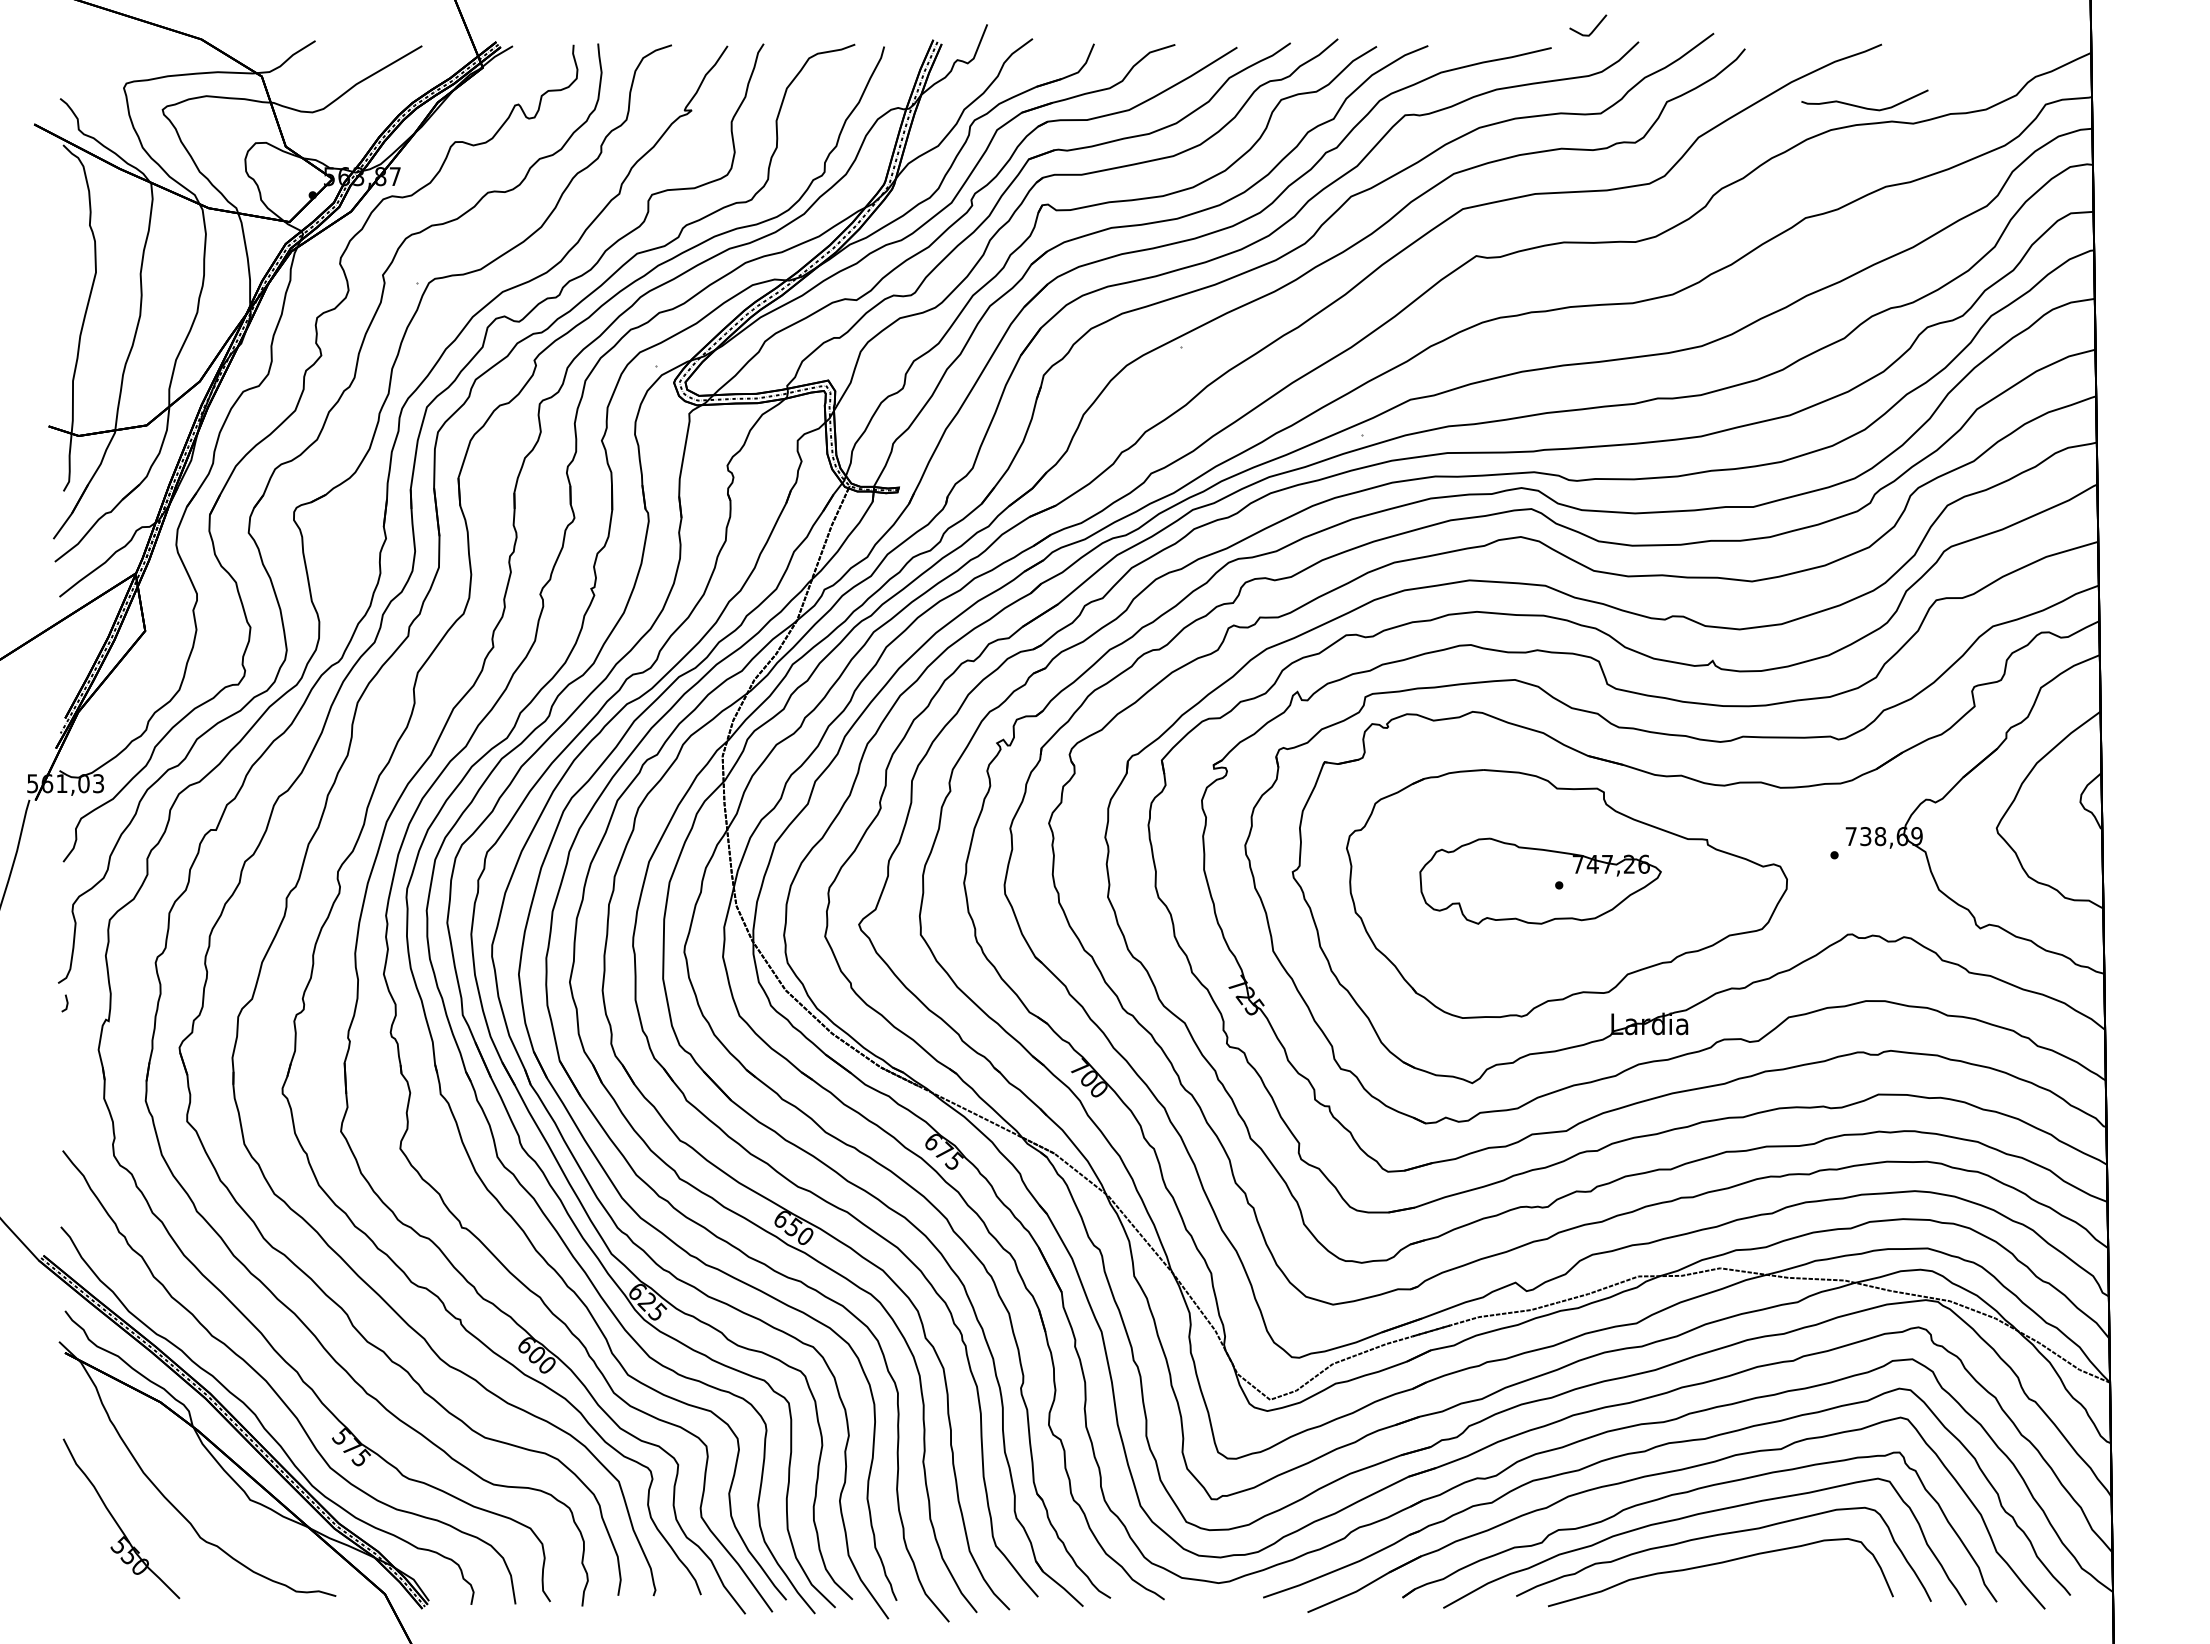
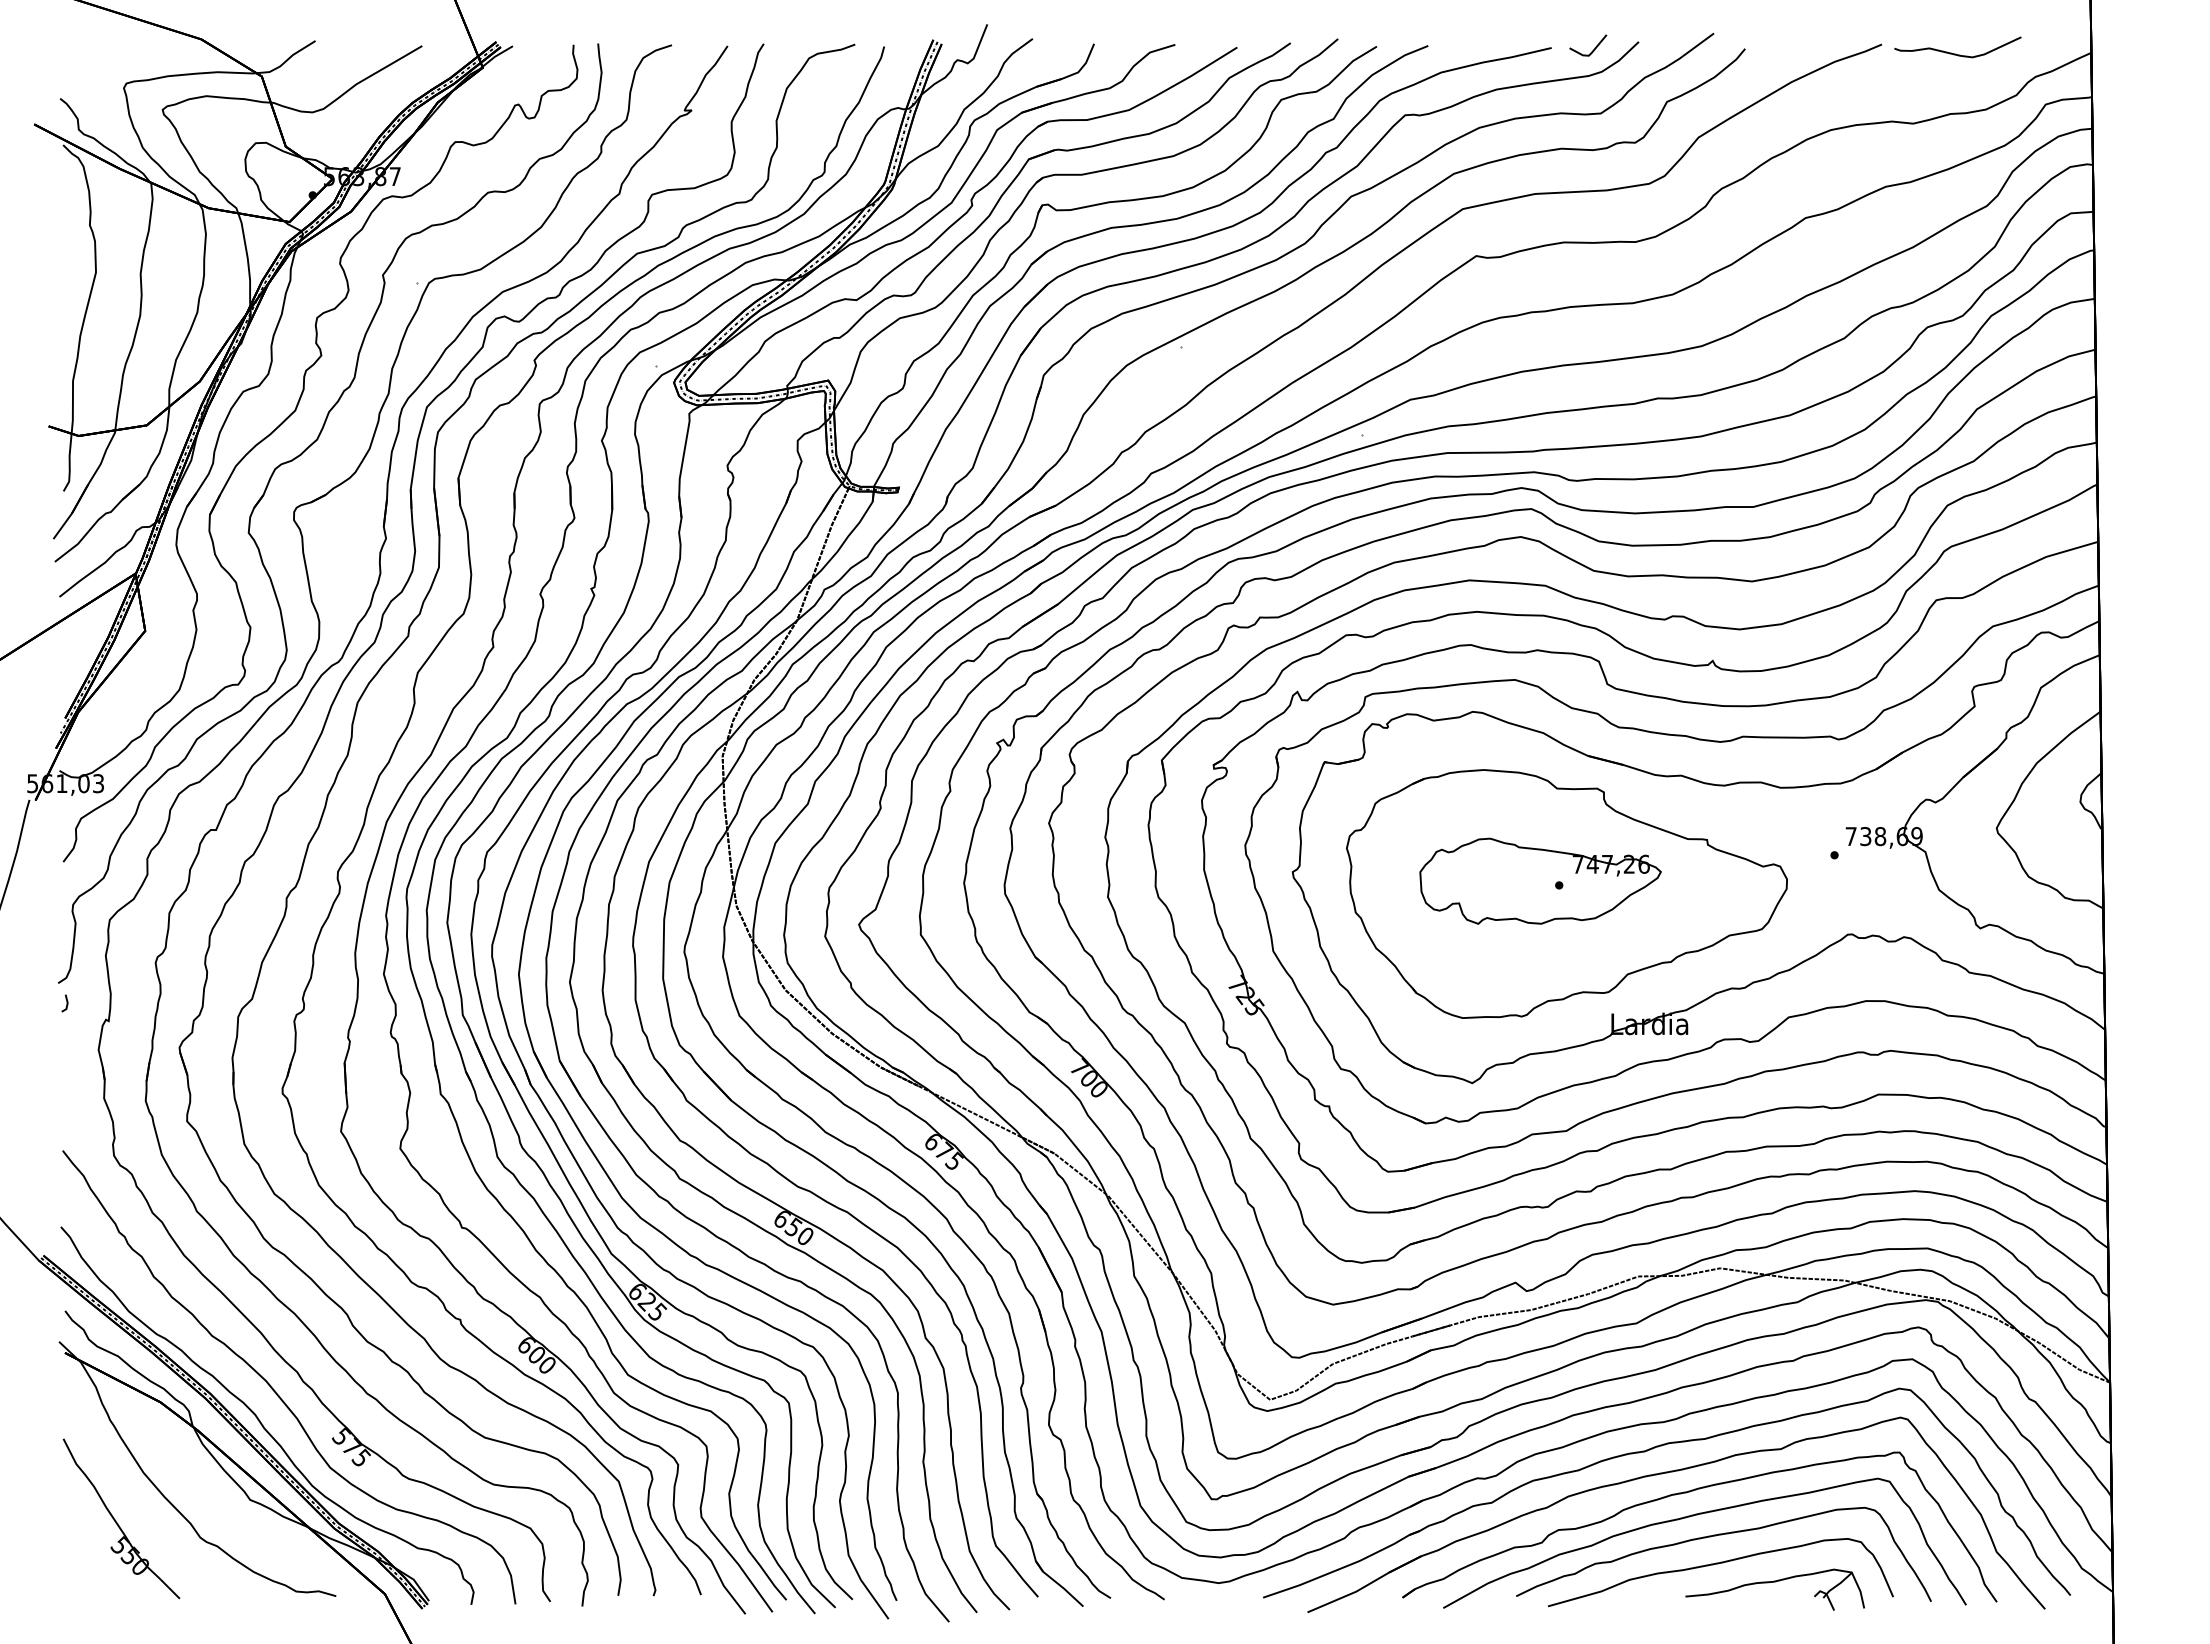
line at (1593, 29) position: (1593, 29) -> (1593, 49)
curve at (1862, 106) position: (1862, 106) -> (1955, 53)
part at (1774, 1582): none -> present
